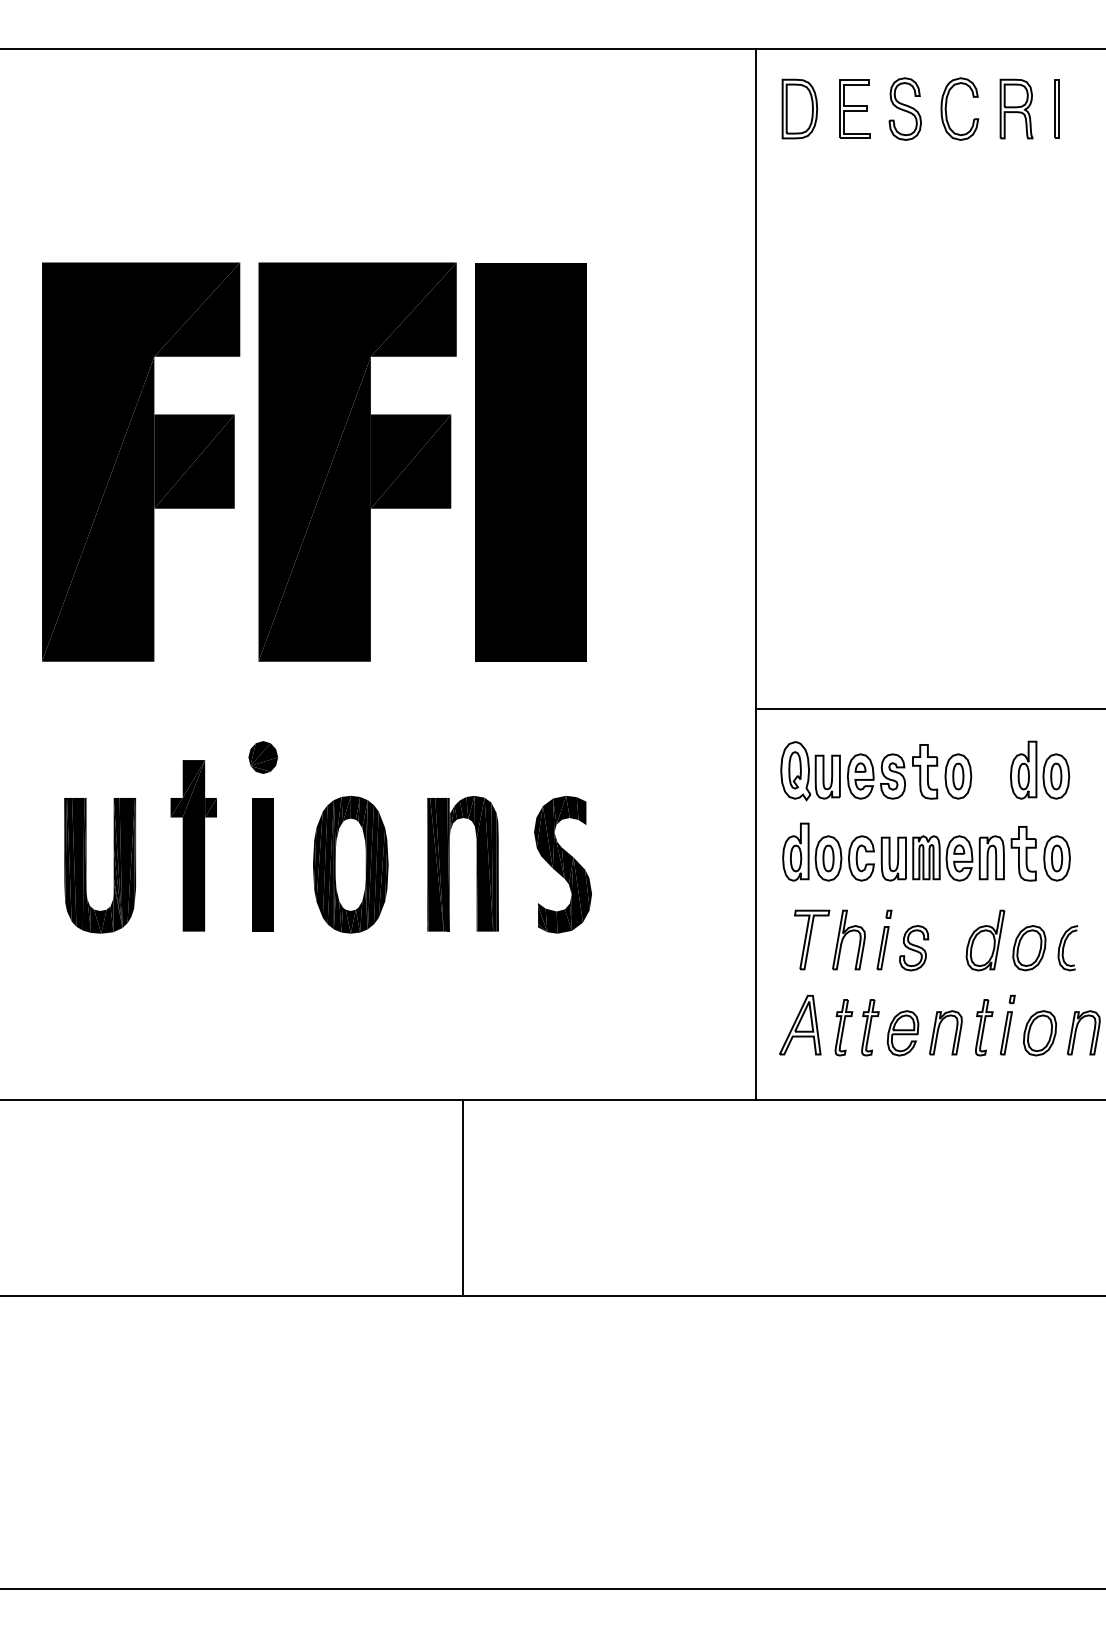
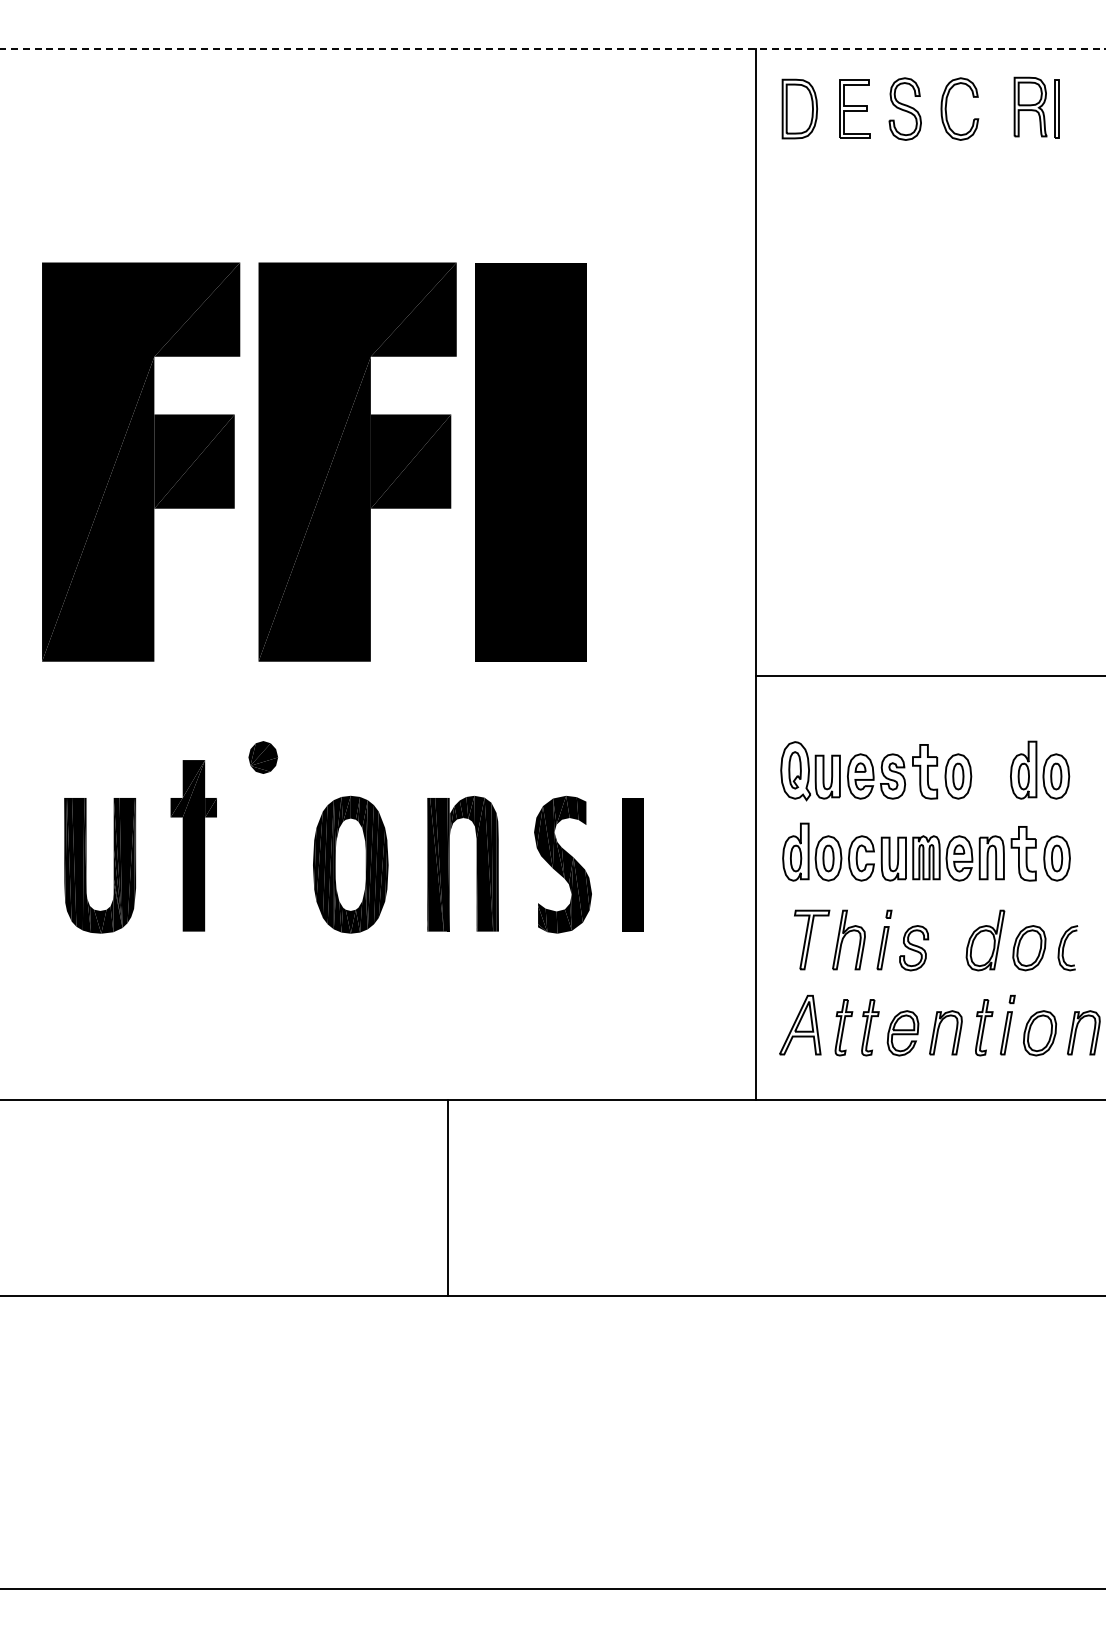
line at (554, 49): solid -> dashed
part at (1016, 108) position: (1016, 108) -> (1030, 106)
line at (929, 709) position: (929, 709) -> (929, 676)
part at (262, 864) position: (262, 864) -> (632, 864)
line at (462, 1197) position: (462, 1197) -> (447, 1197)
